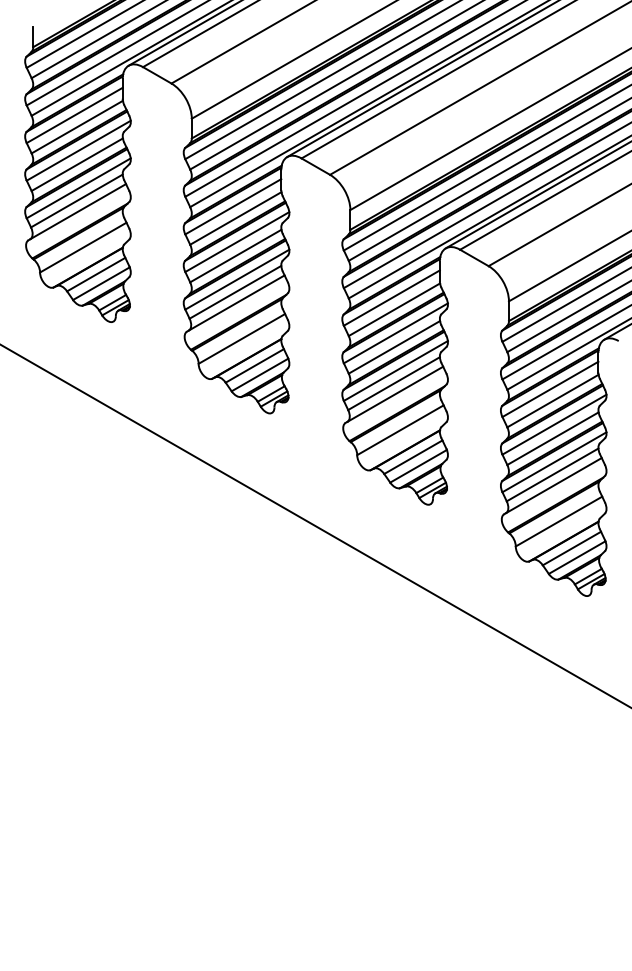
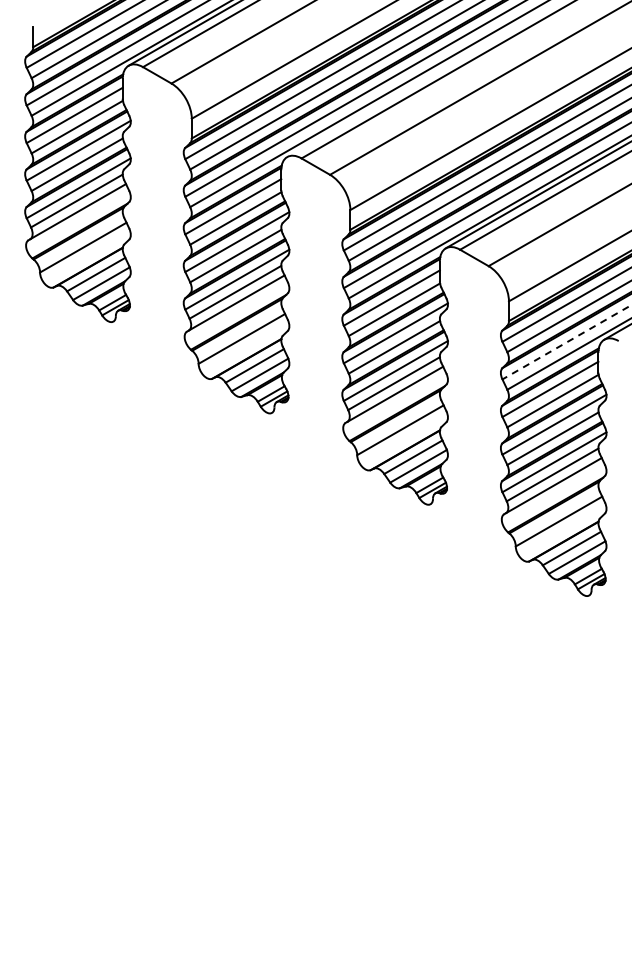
line at (421, 79): present -> none
line at (566, 342): solid -> dashed
line at (315, 525): present -> none
